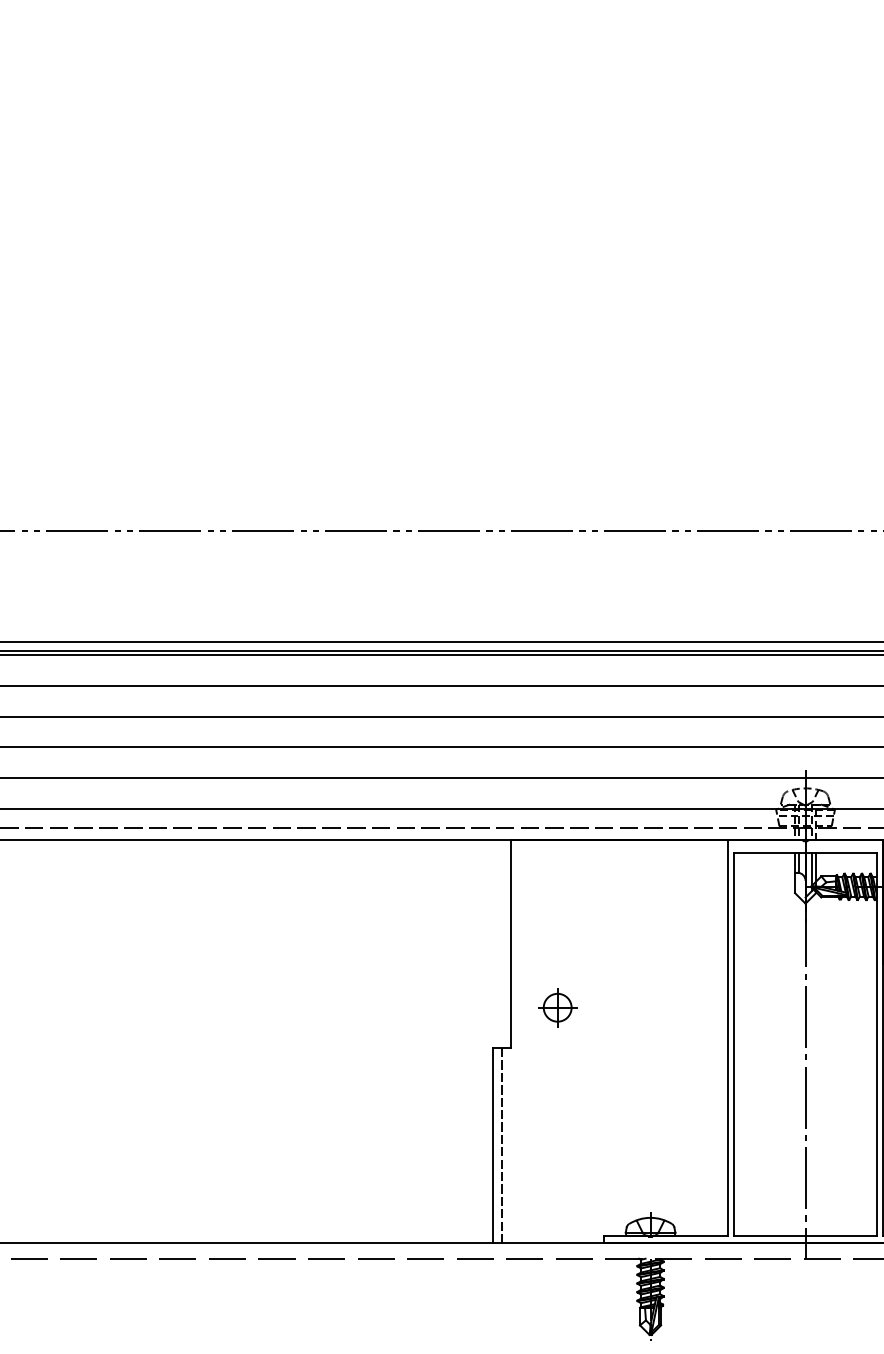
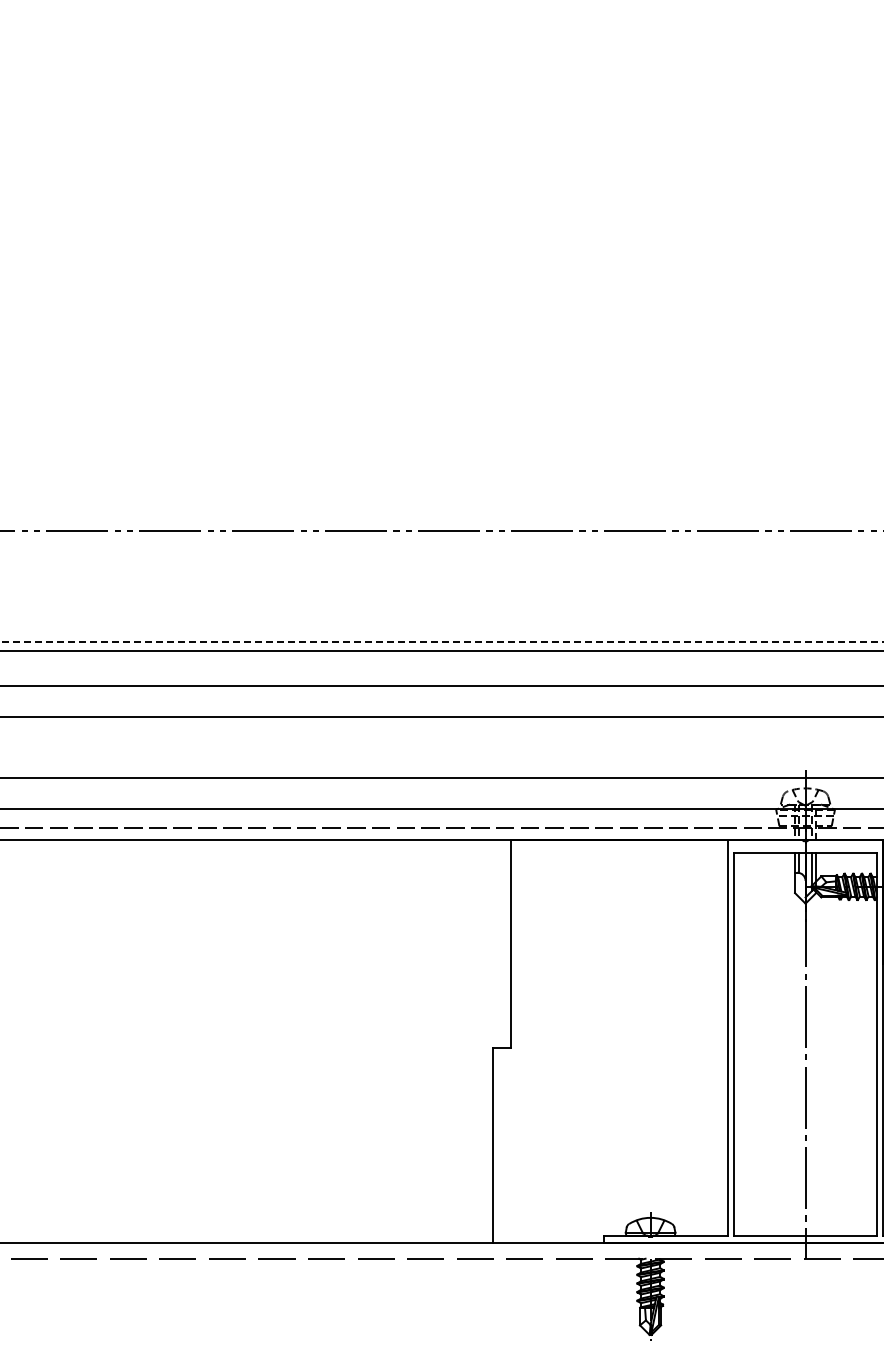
line at (442, 642): solid -> dashed
line at (441, 654): present -> none
line at (441, 747): present -> none
part at (557, 1007): present -> none
line at (501, 1145): present -> none
